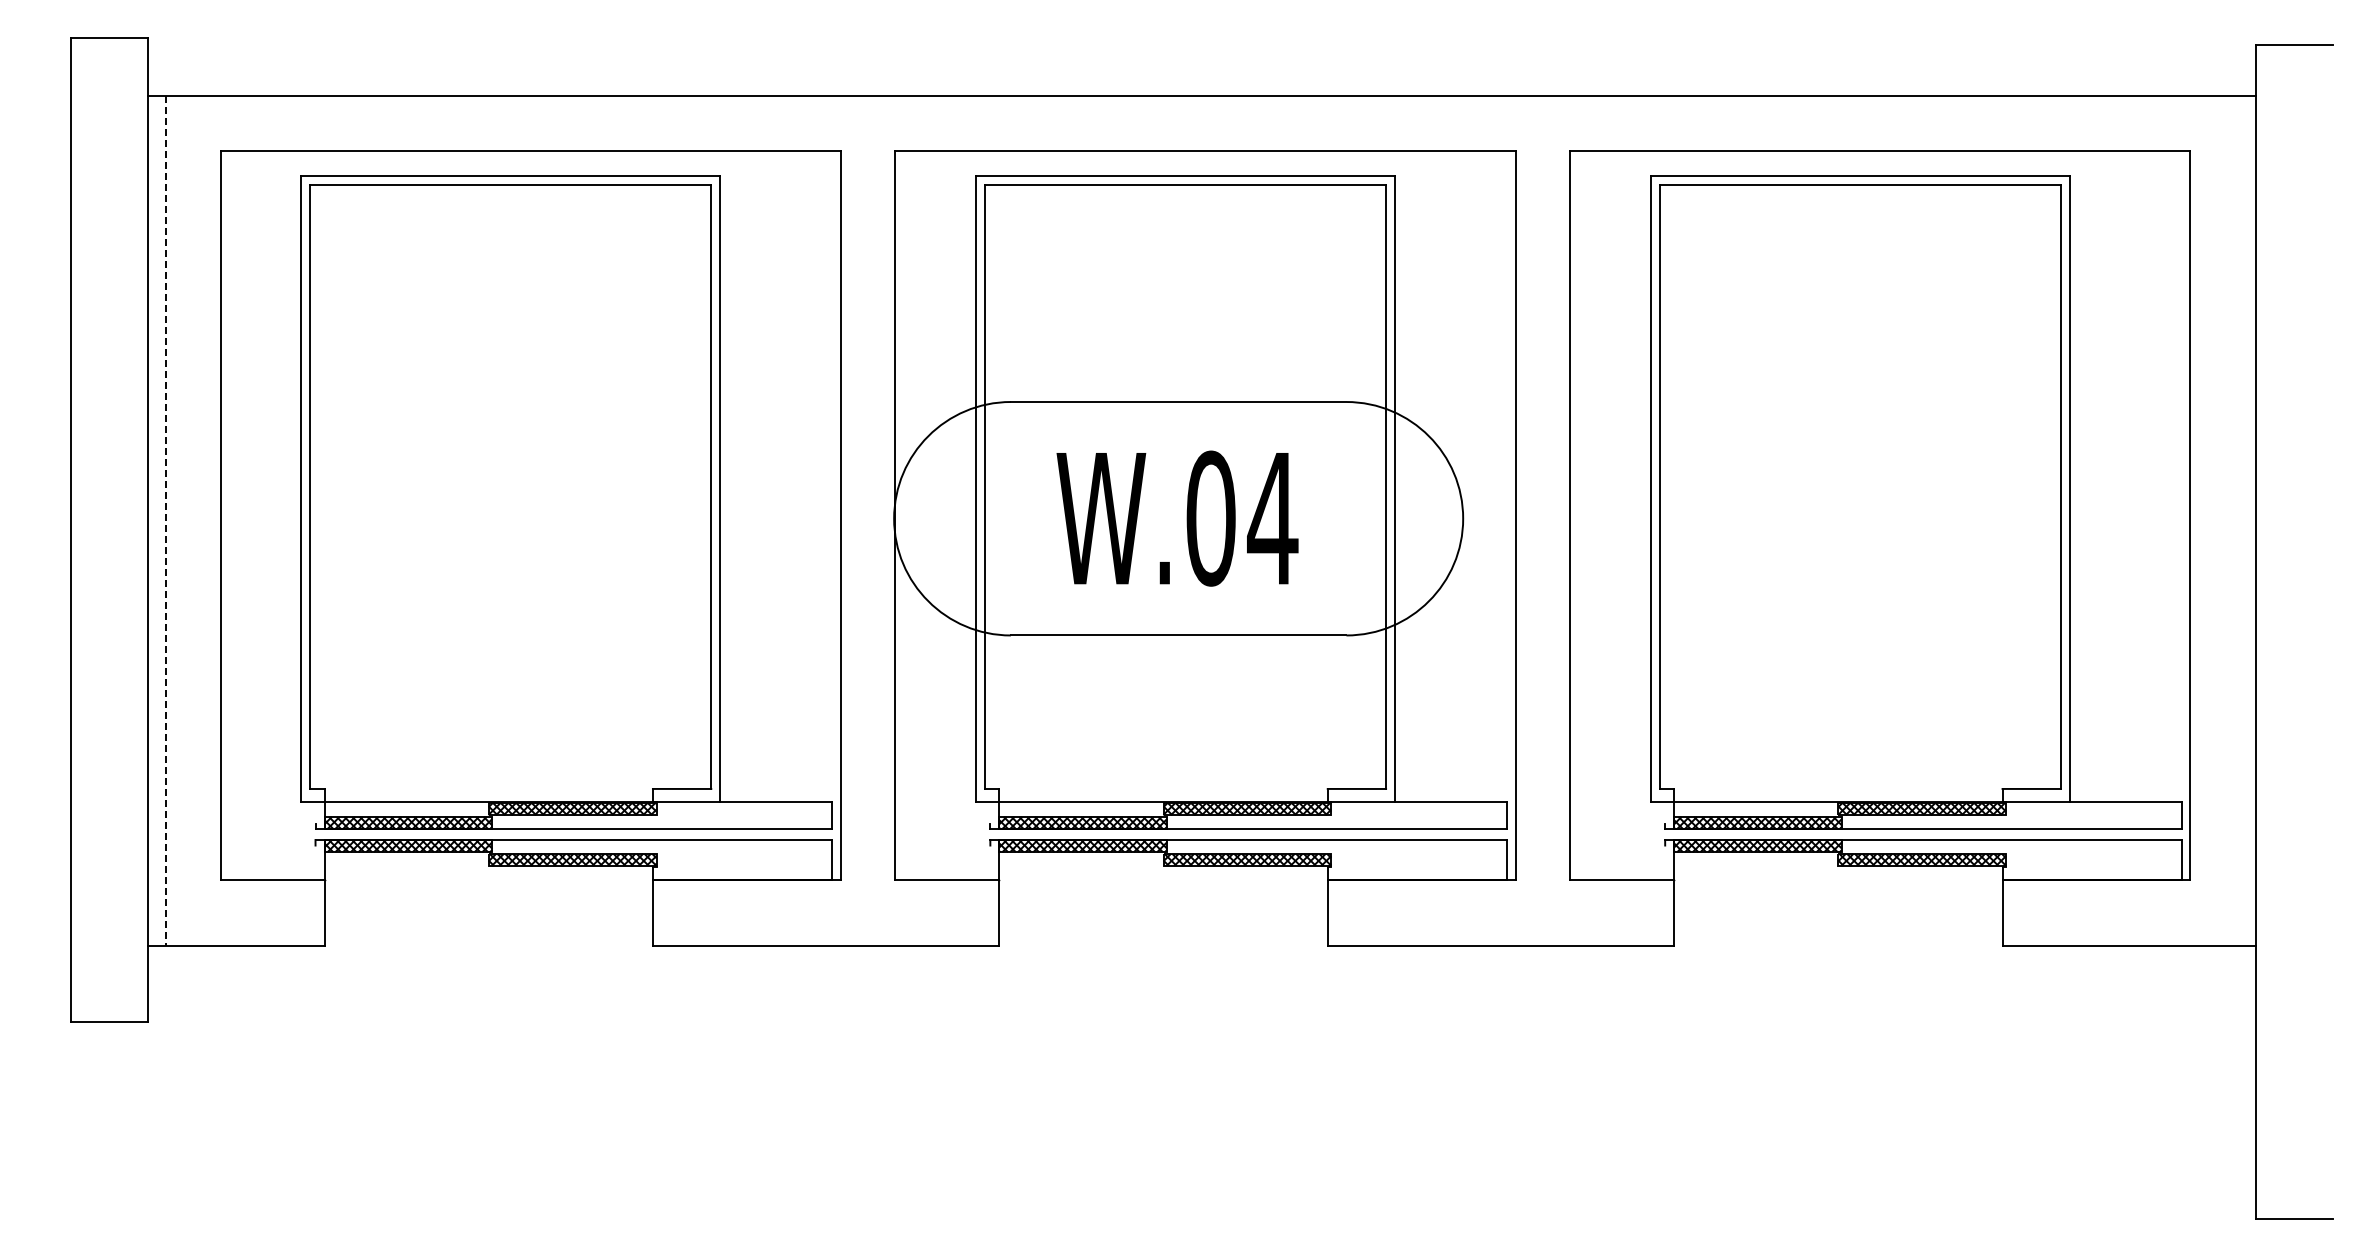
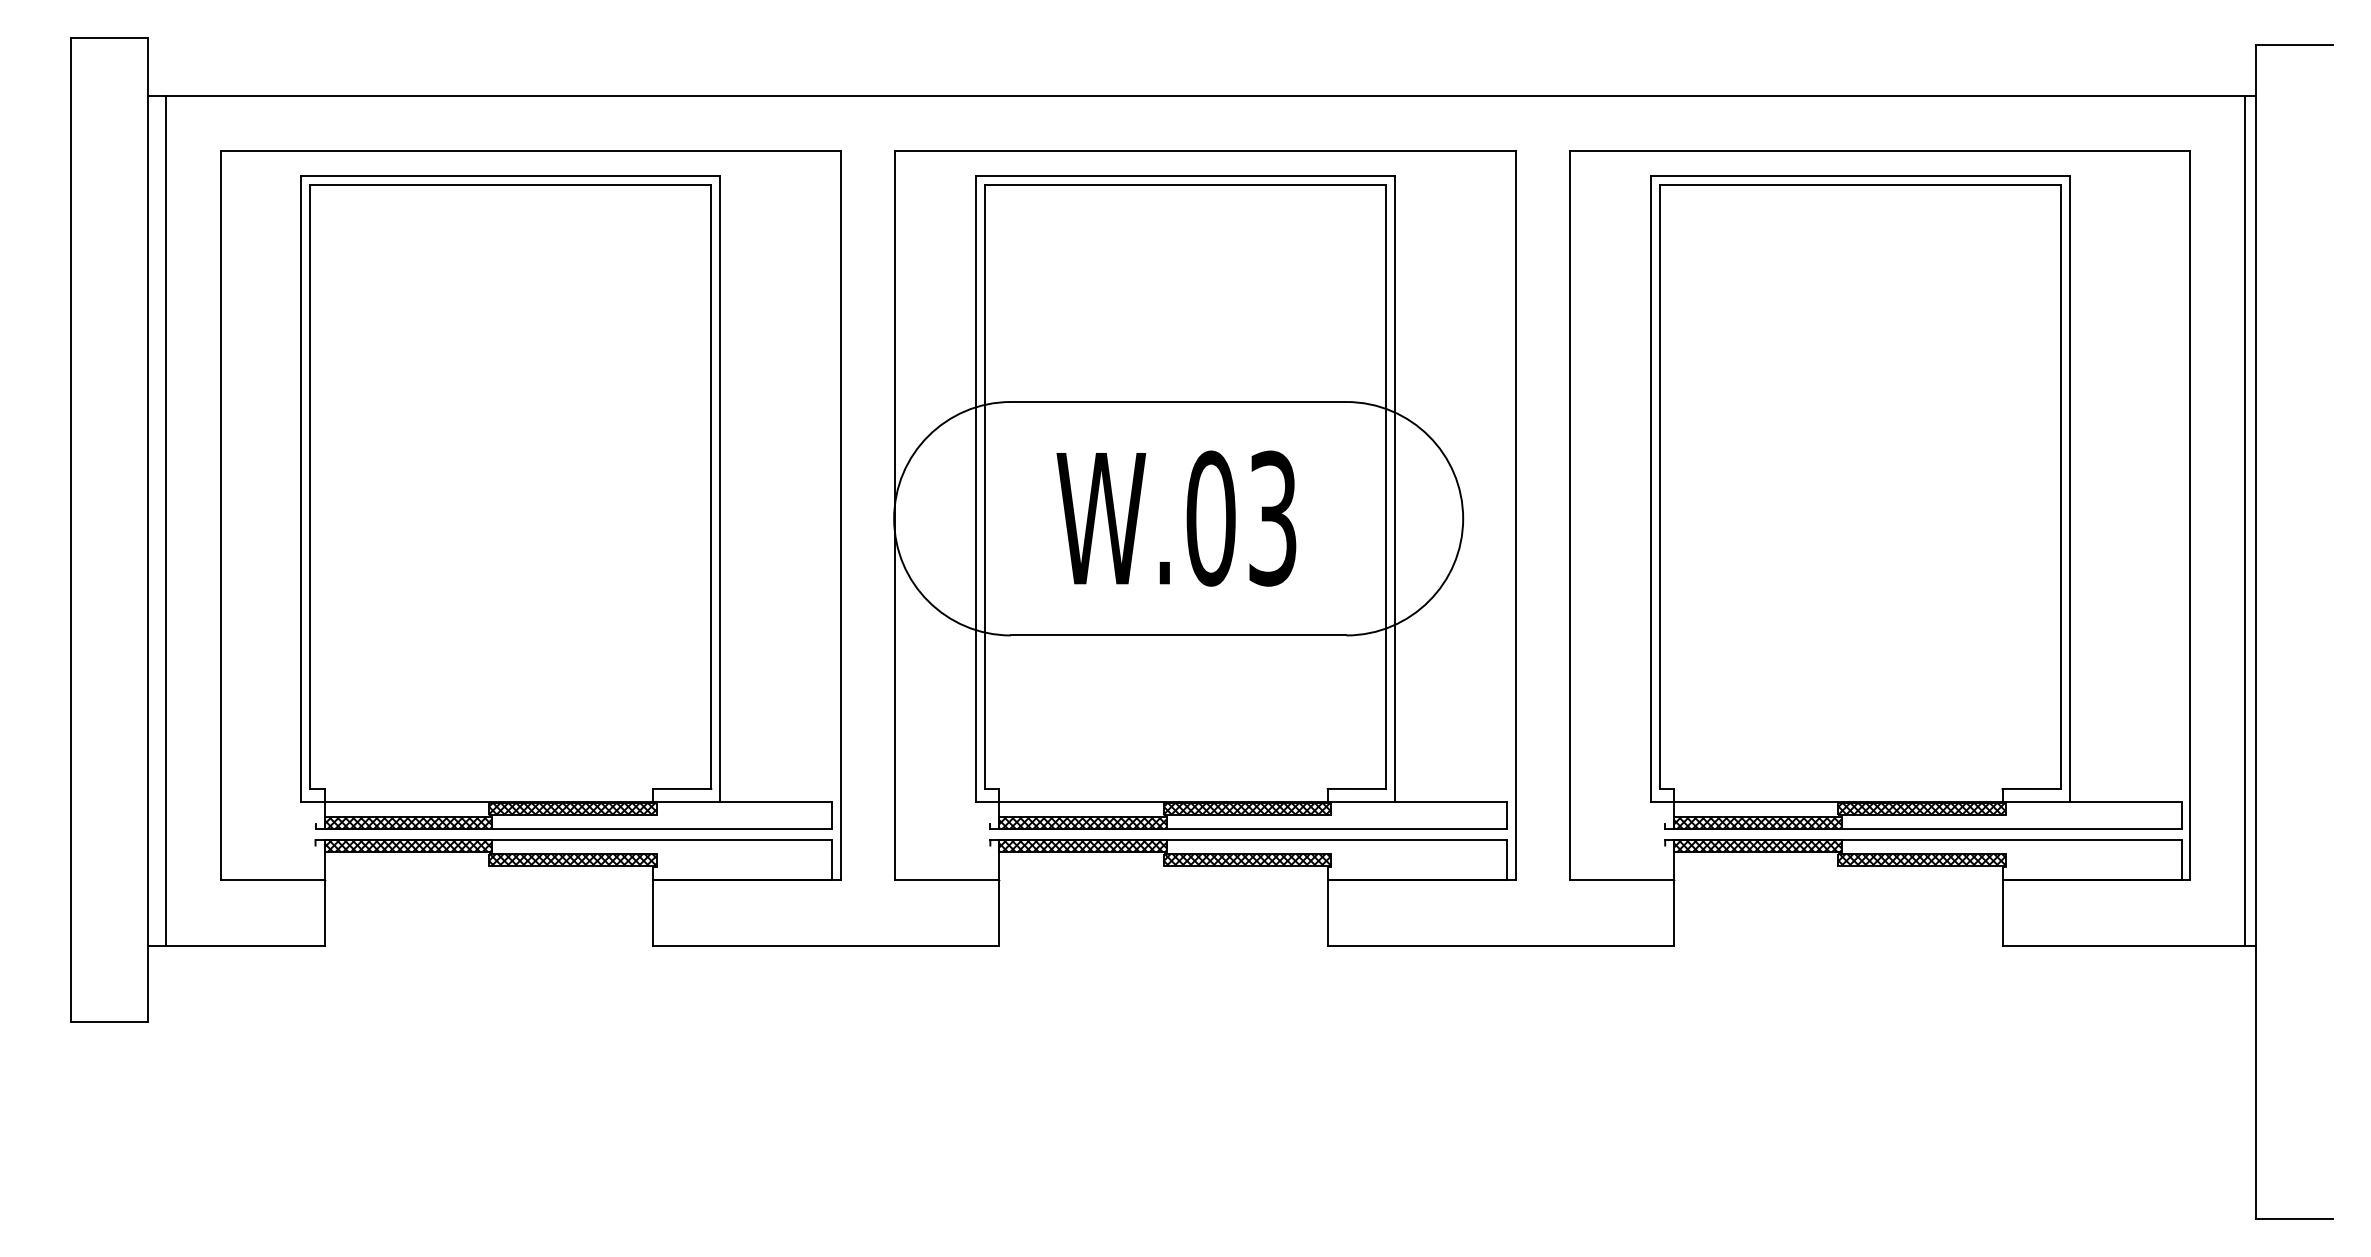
text at (1272, 518): W.04 -> W.03
line at (165, 520): dashed -> solid
line at (2245, 520): none -> present
